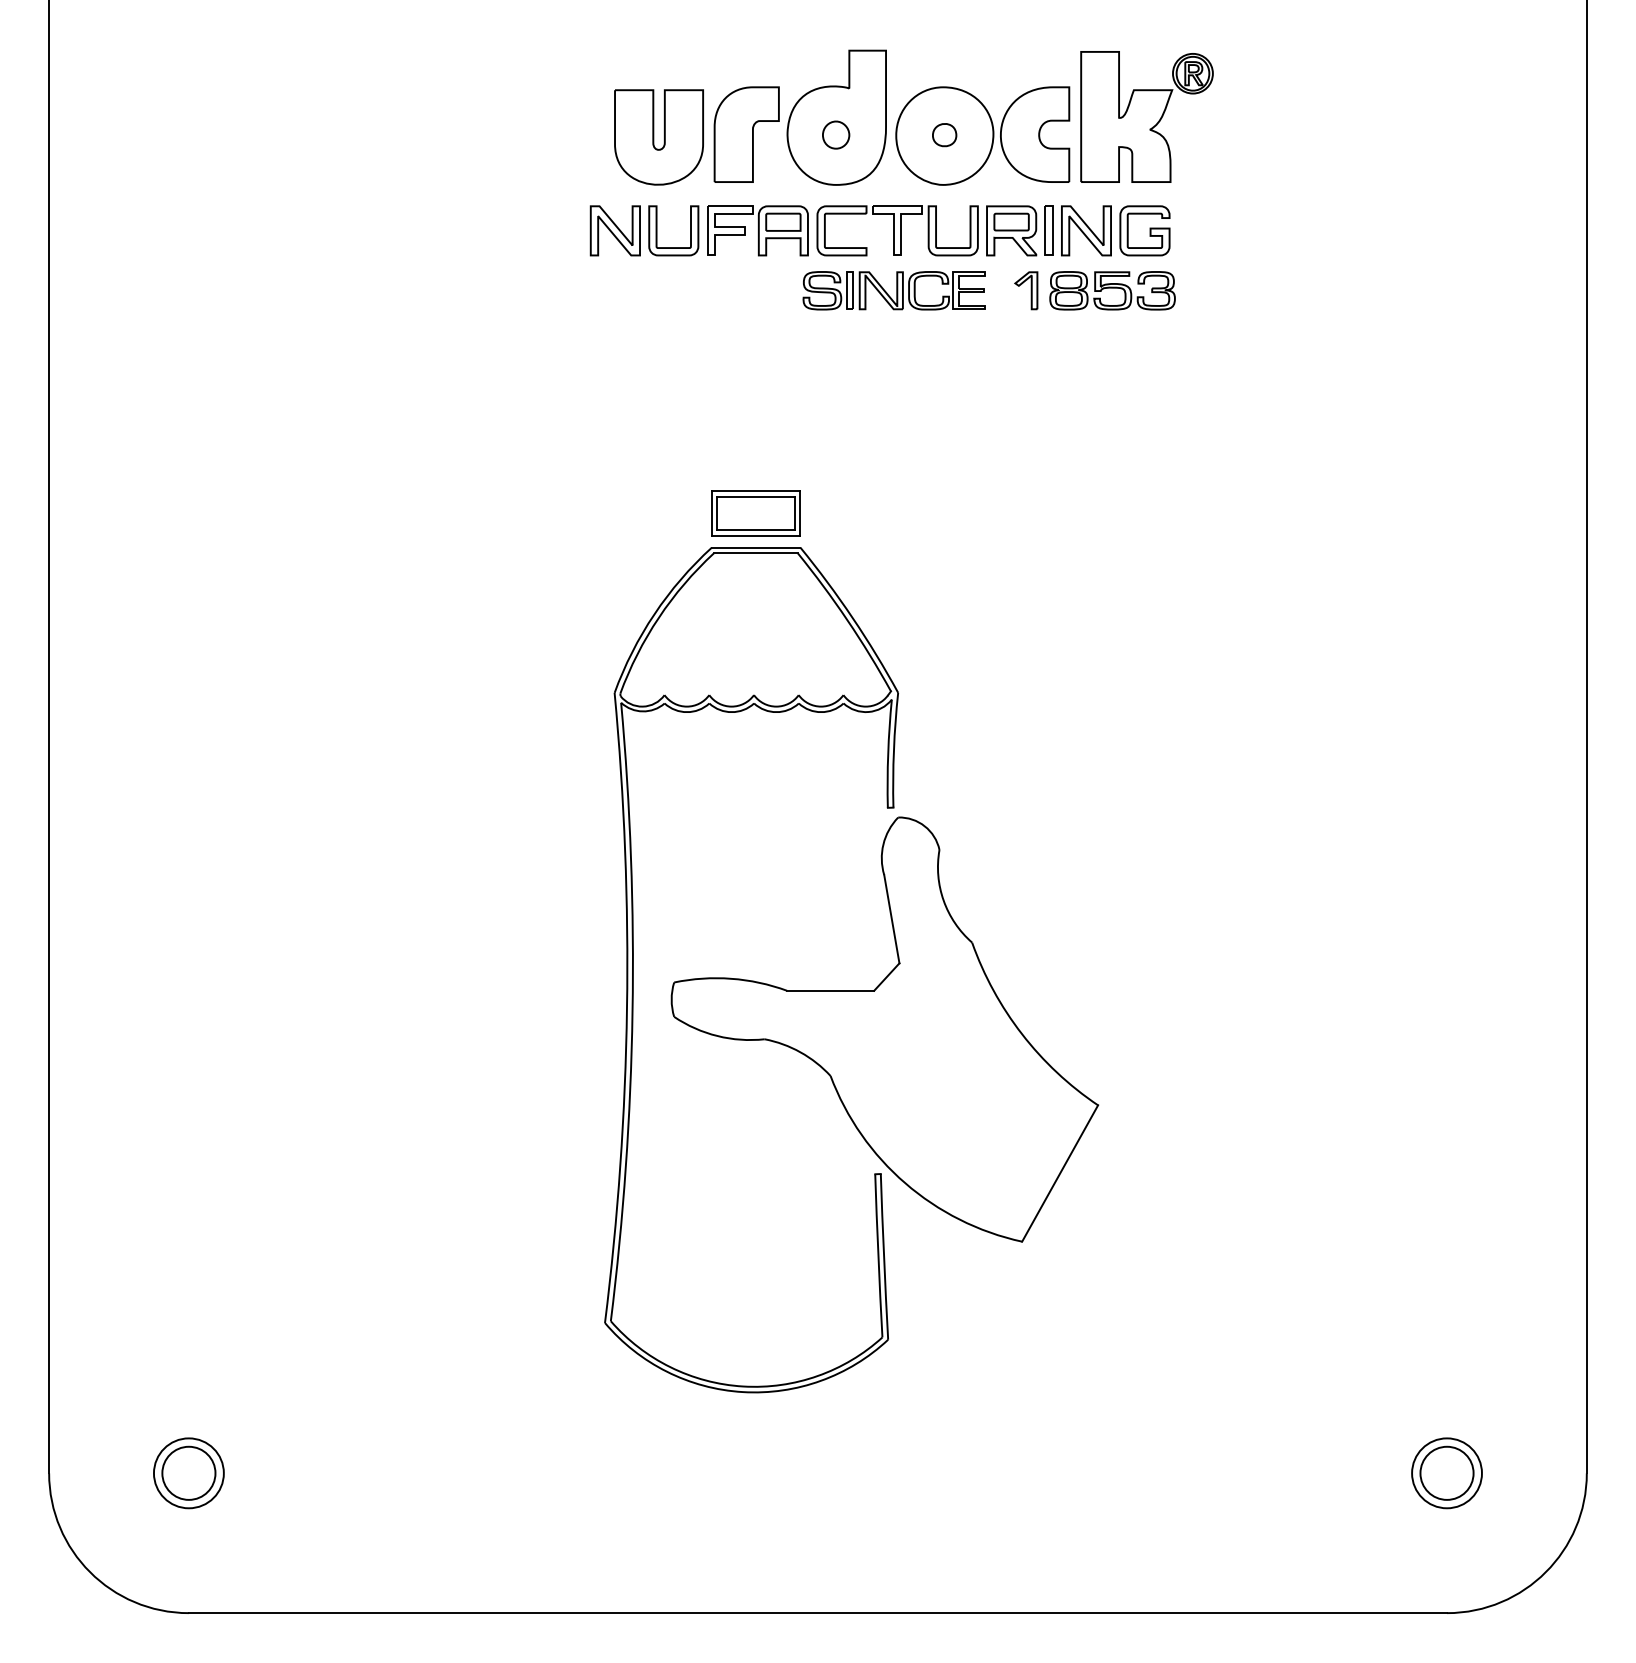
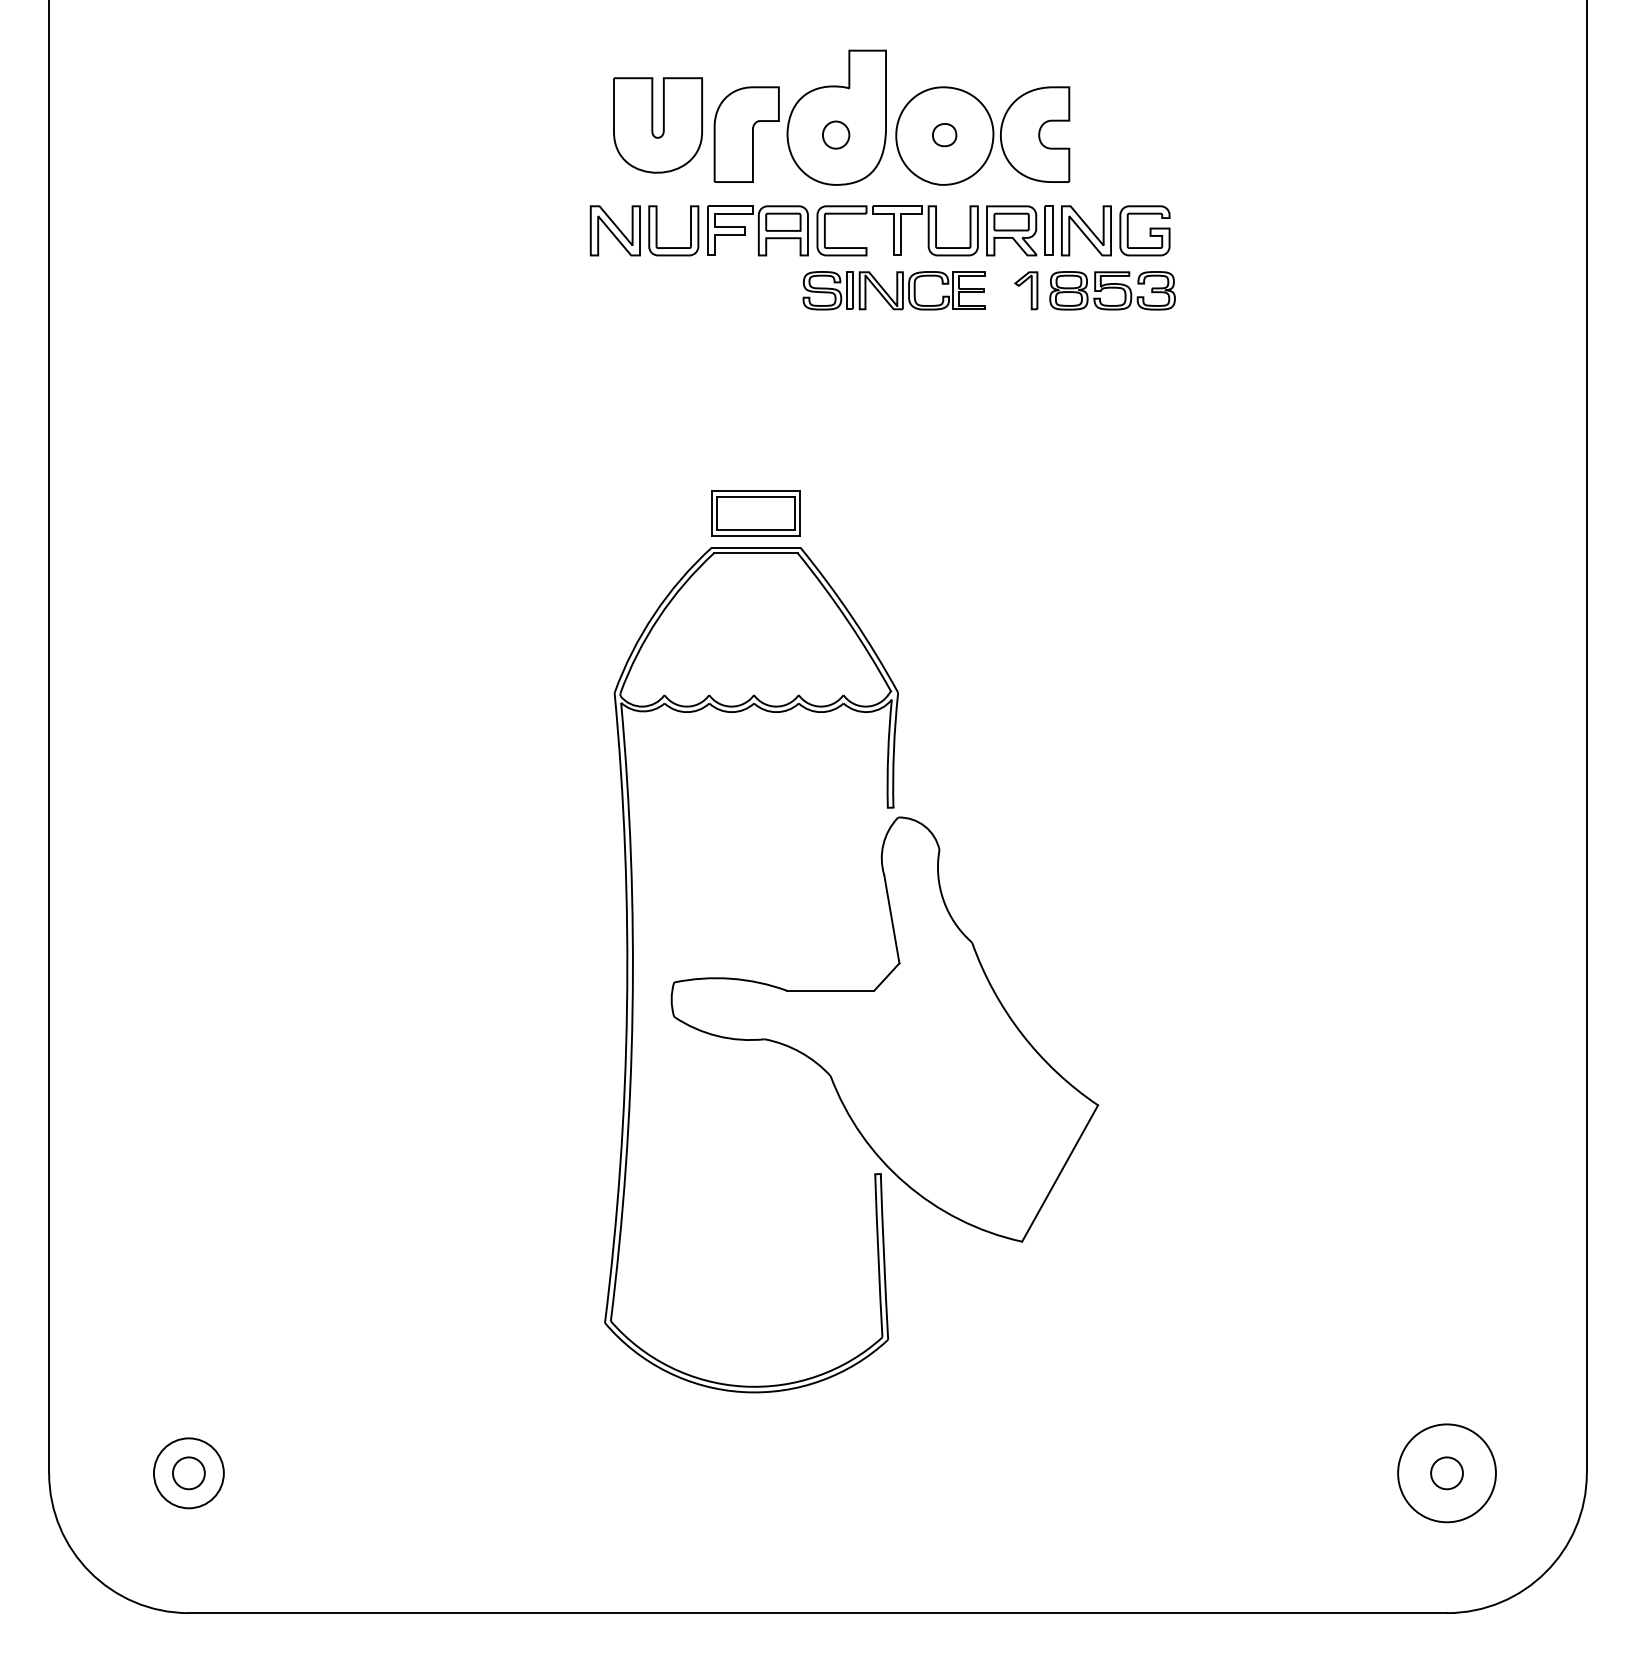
part at (1146, 116): present -> none
part at (658, 137) position: (658, 137) -> (657, 125)
circle at (188, 1472) diameter: 53 px -> 32 px
circle at (1446, 1472) diameter: 53 px -> 32 px
circle at (1446, 1473) diameter: 70 px -> 98 px
